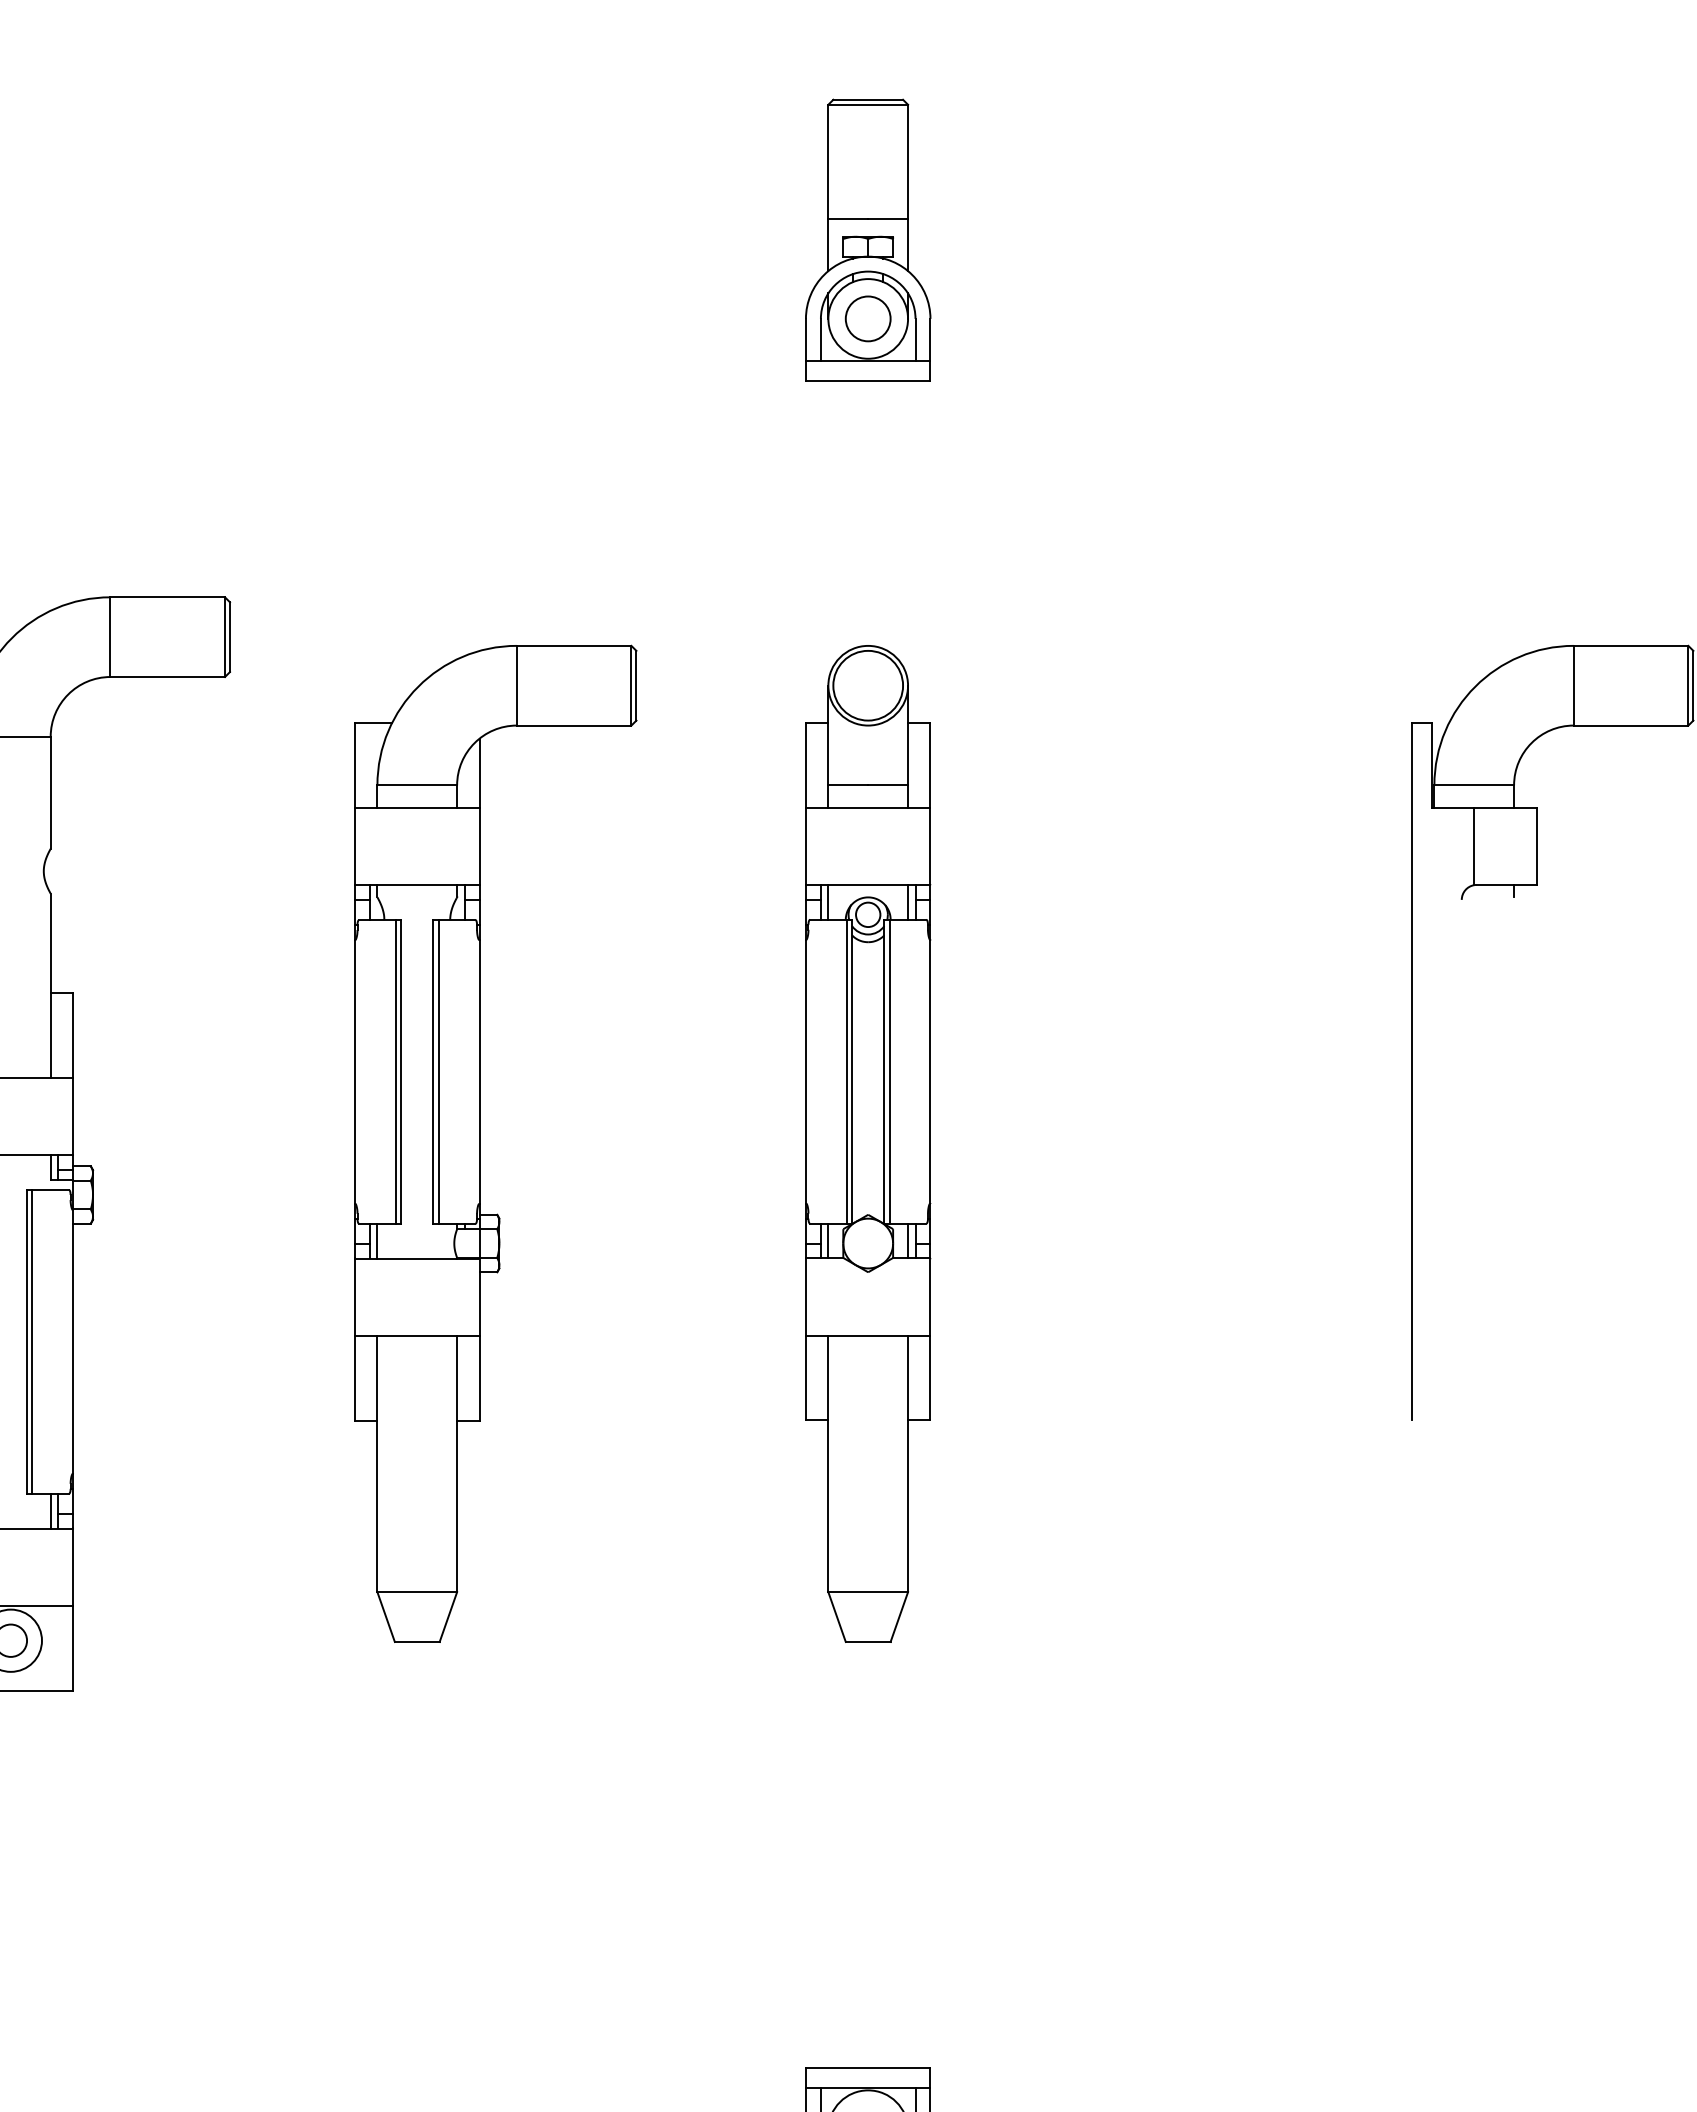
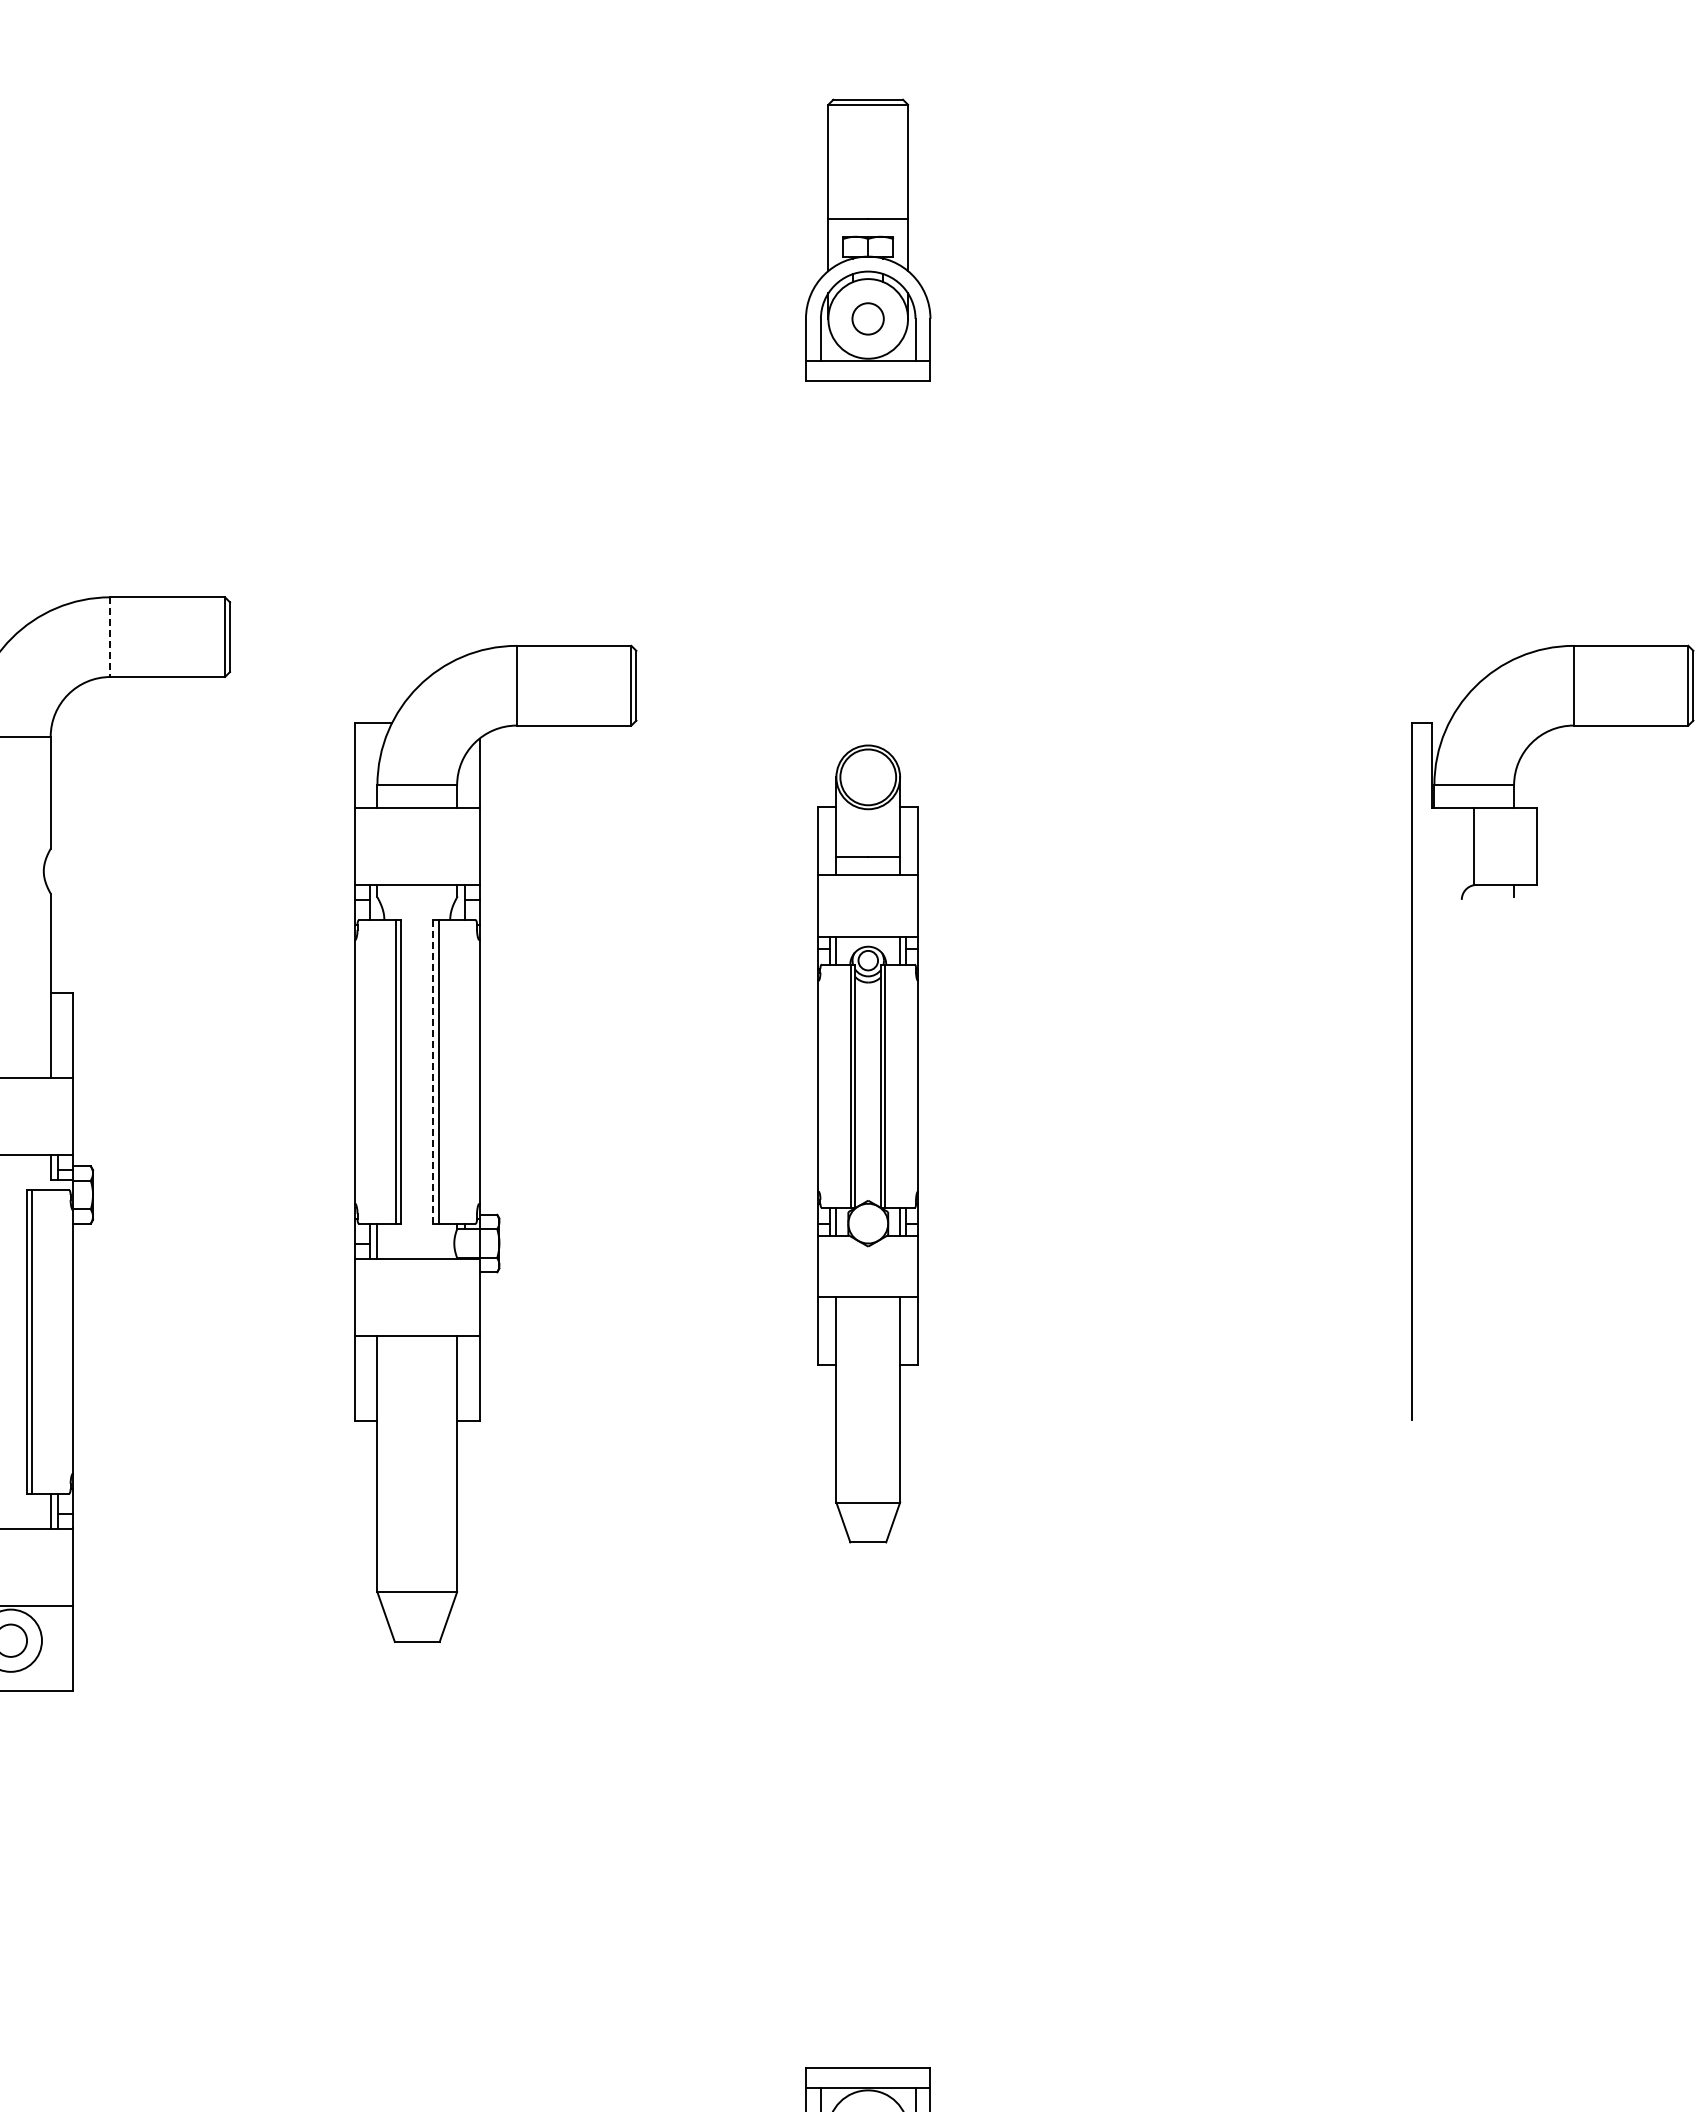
circle at (867, 318) size: 48x48 px -> 34x34 px
line at (110, 637): solid -> dashed
line at (433, 1071): solid -> dashed
part at (868, 1143) size: 127x998 px -> 102x800 px
